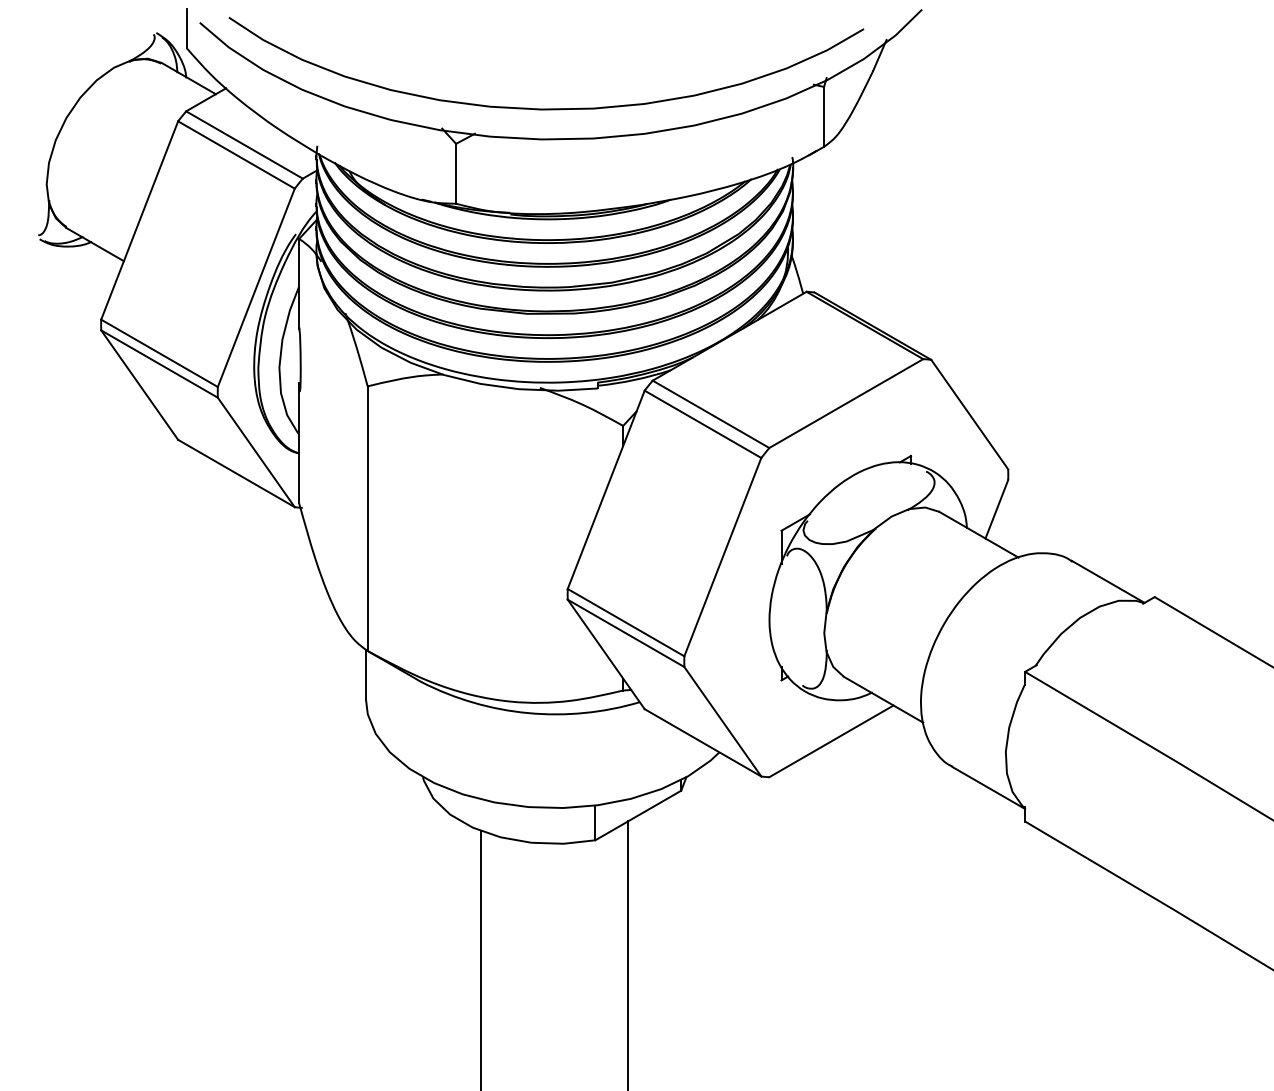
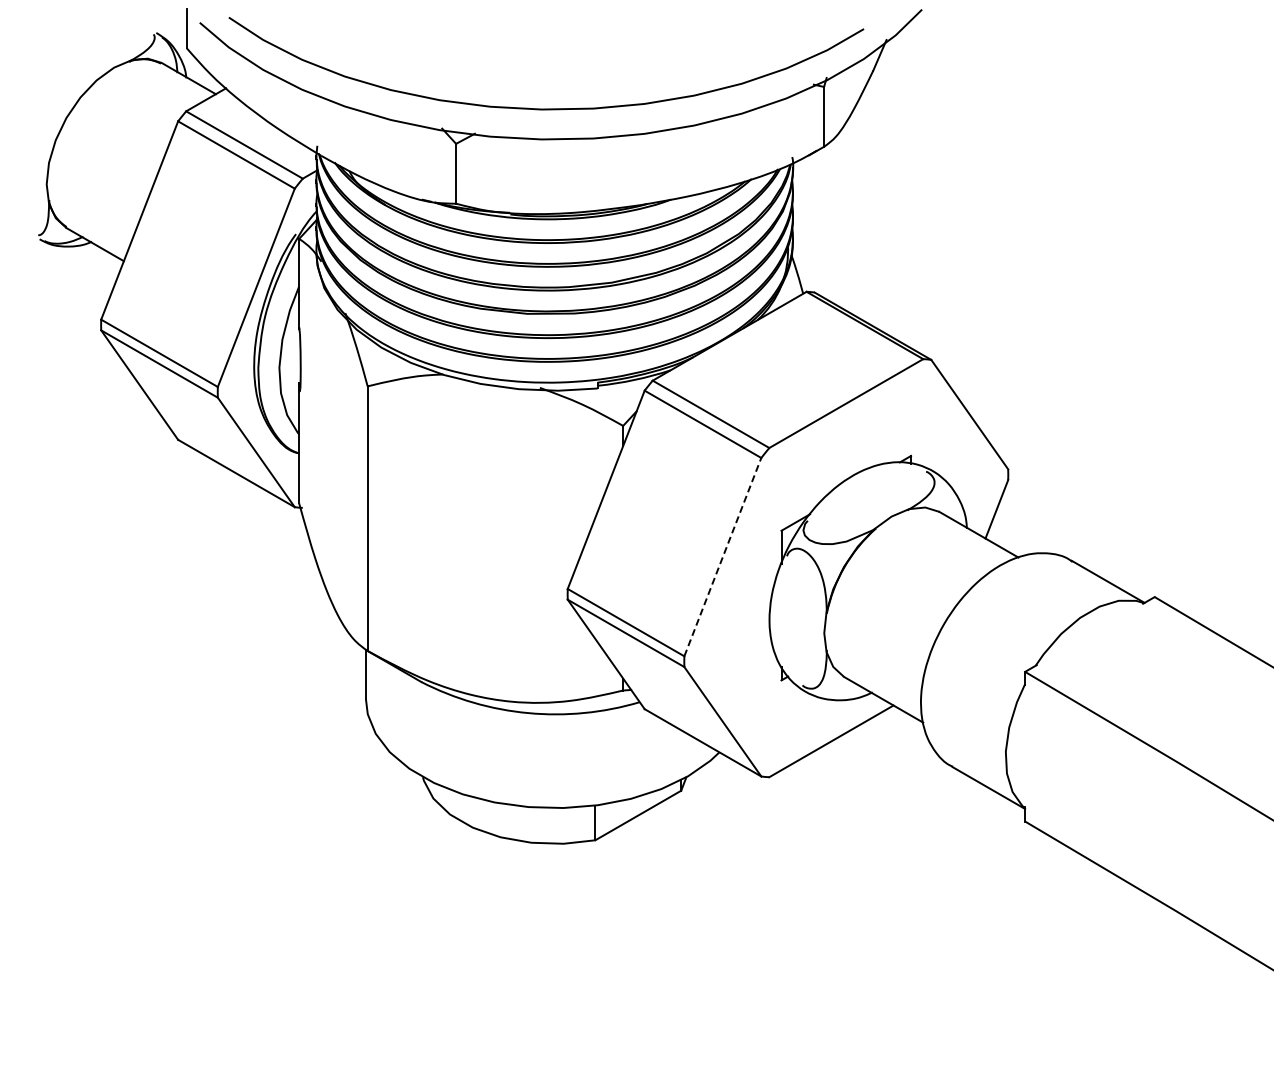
line at (723, 556): solid -> dashed
line at (628, 954): present -> none
line at (481, 959): present -> none
